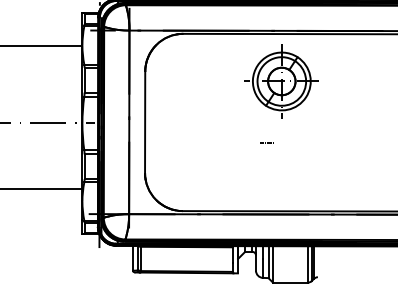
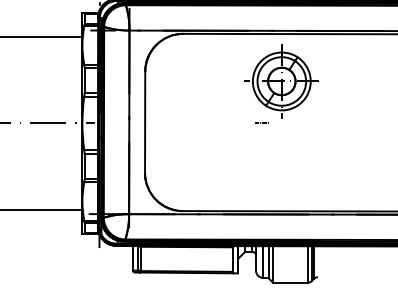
line at (42, 46) position: (42, 46) -> (42, 37)
line at (265, 142) position: (265, 142) -> (260, 122)
line at (42, 188) position: (42, 188) -> (42, 209)
